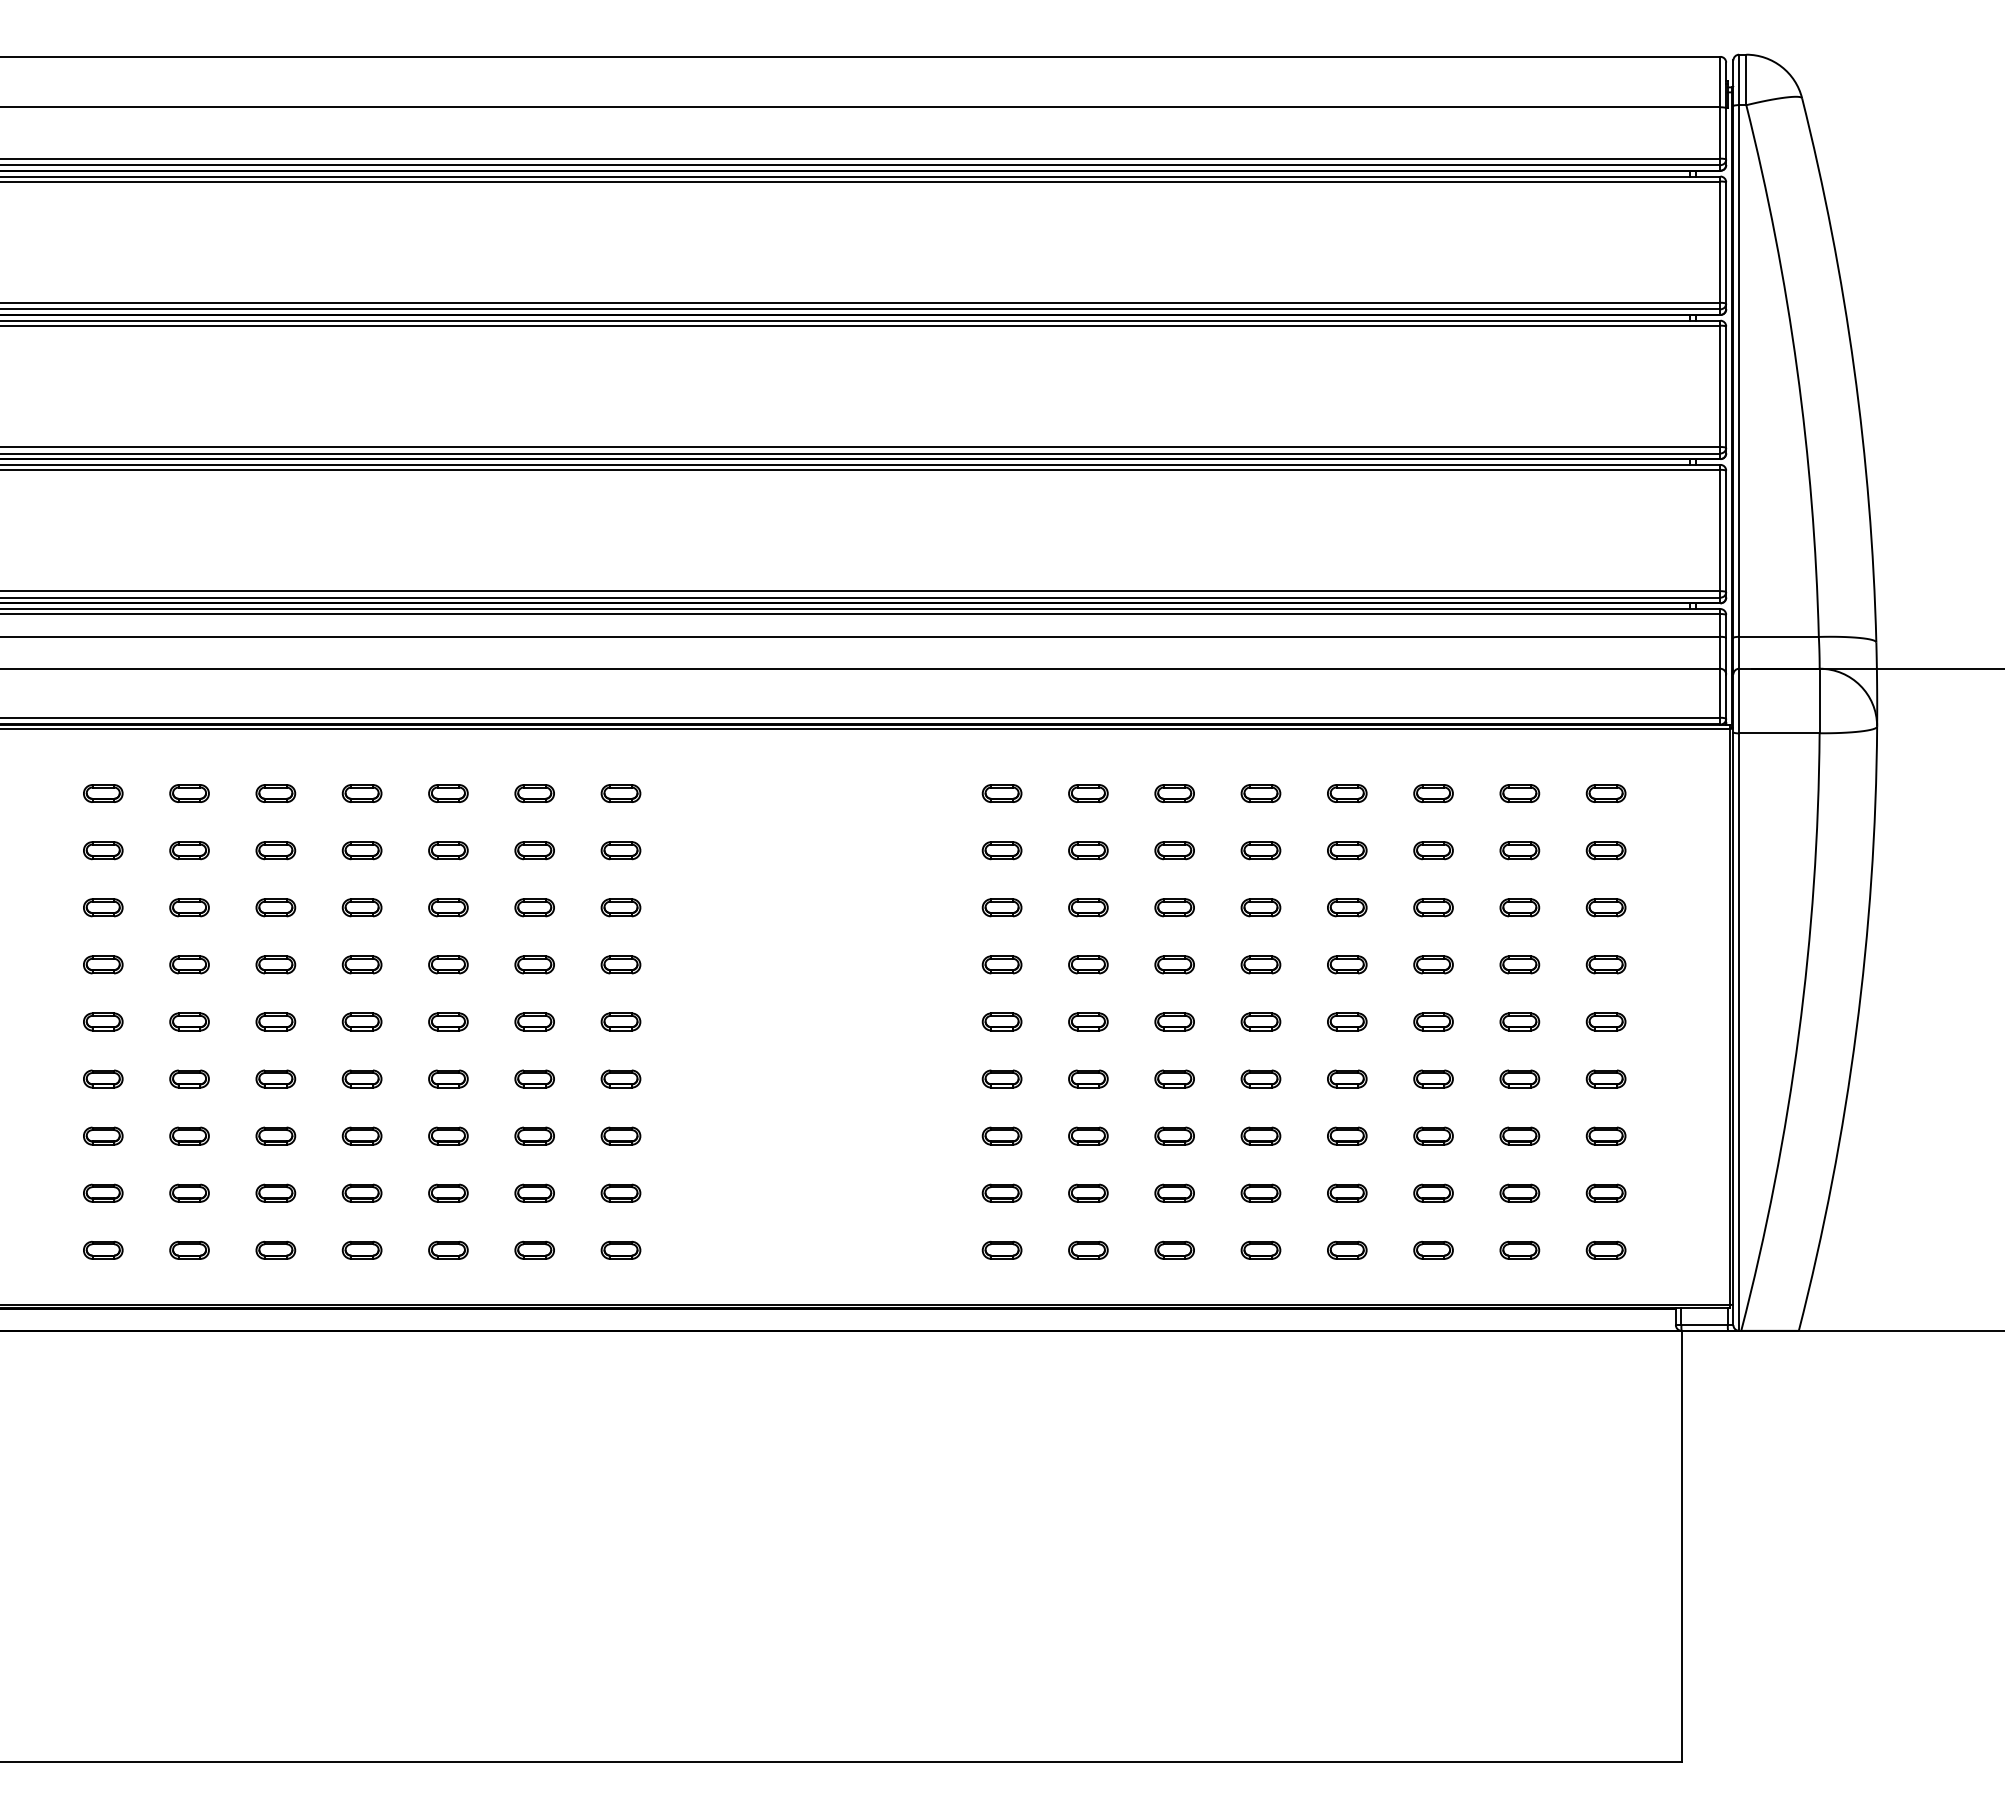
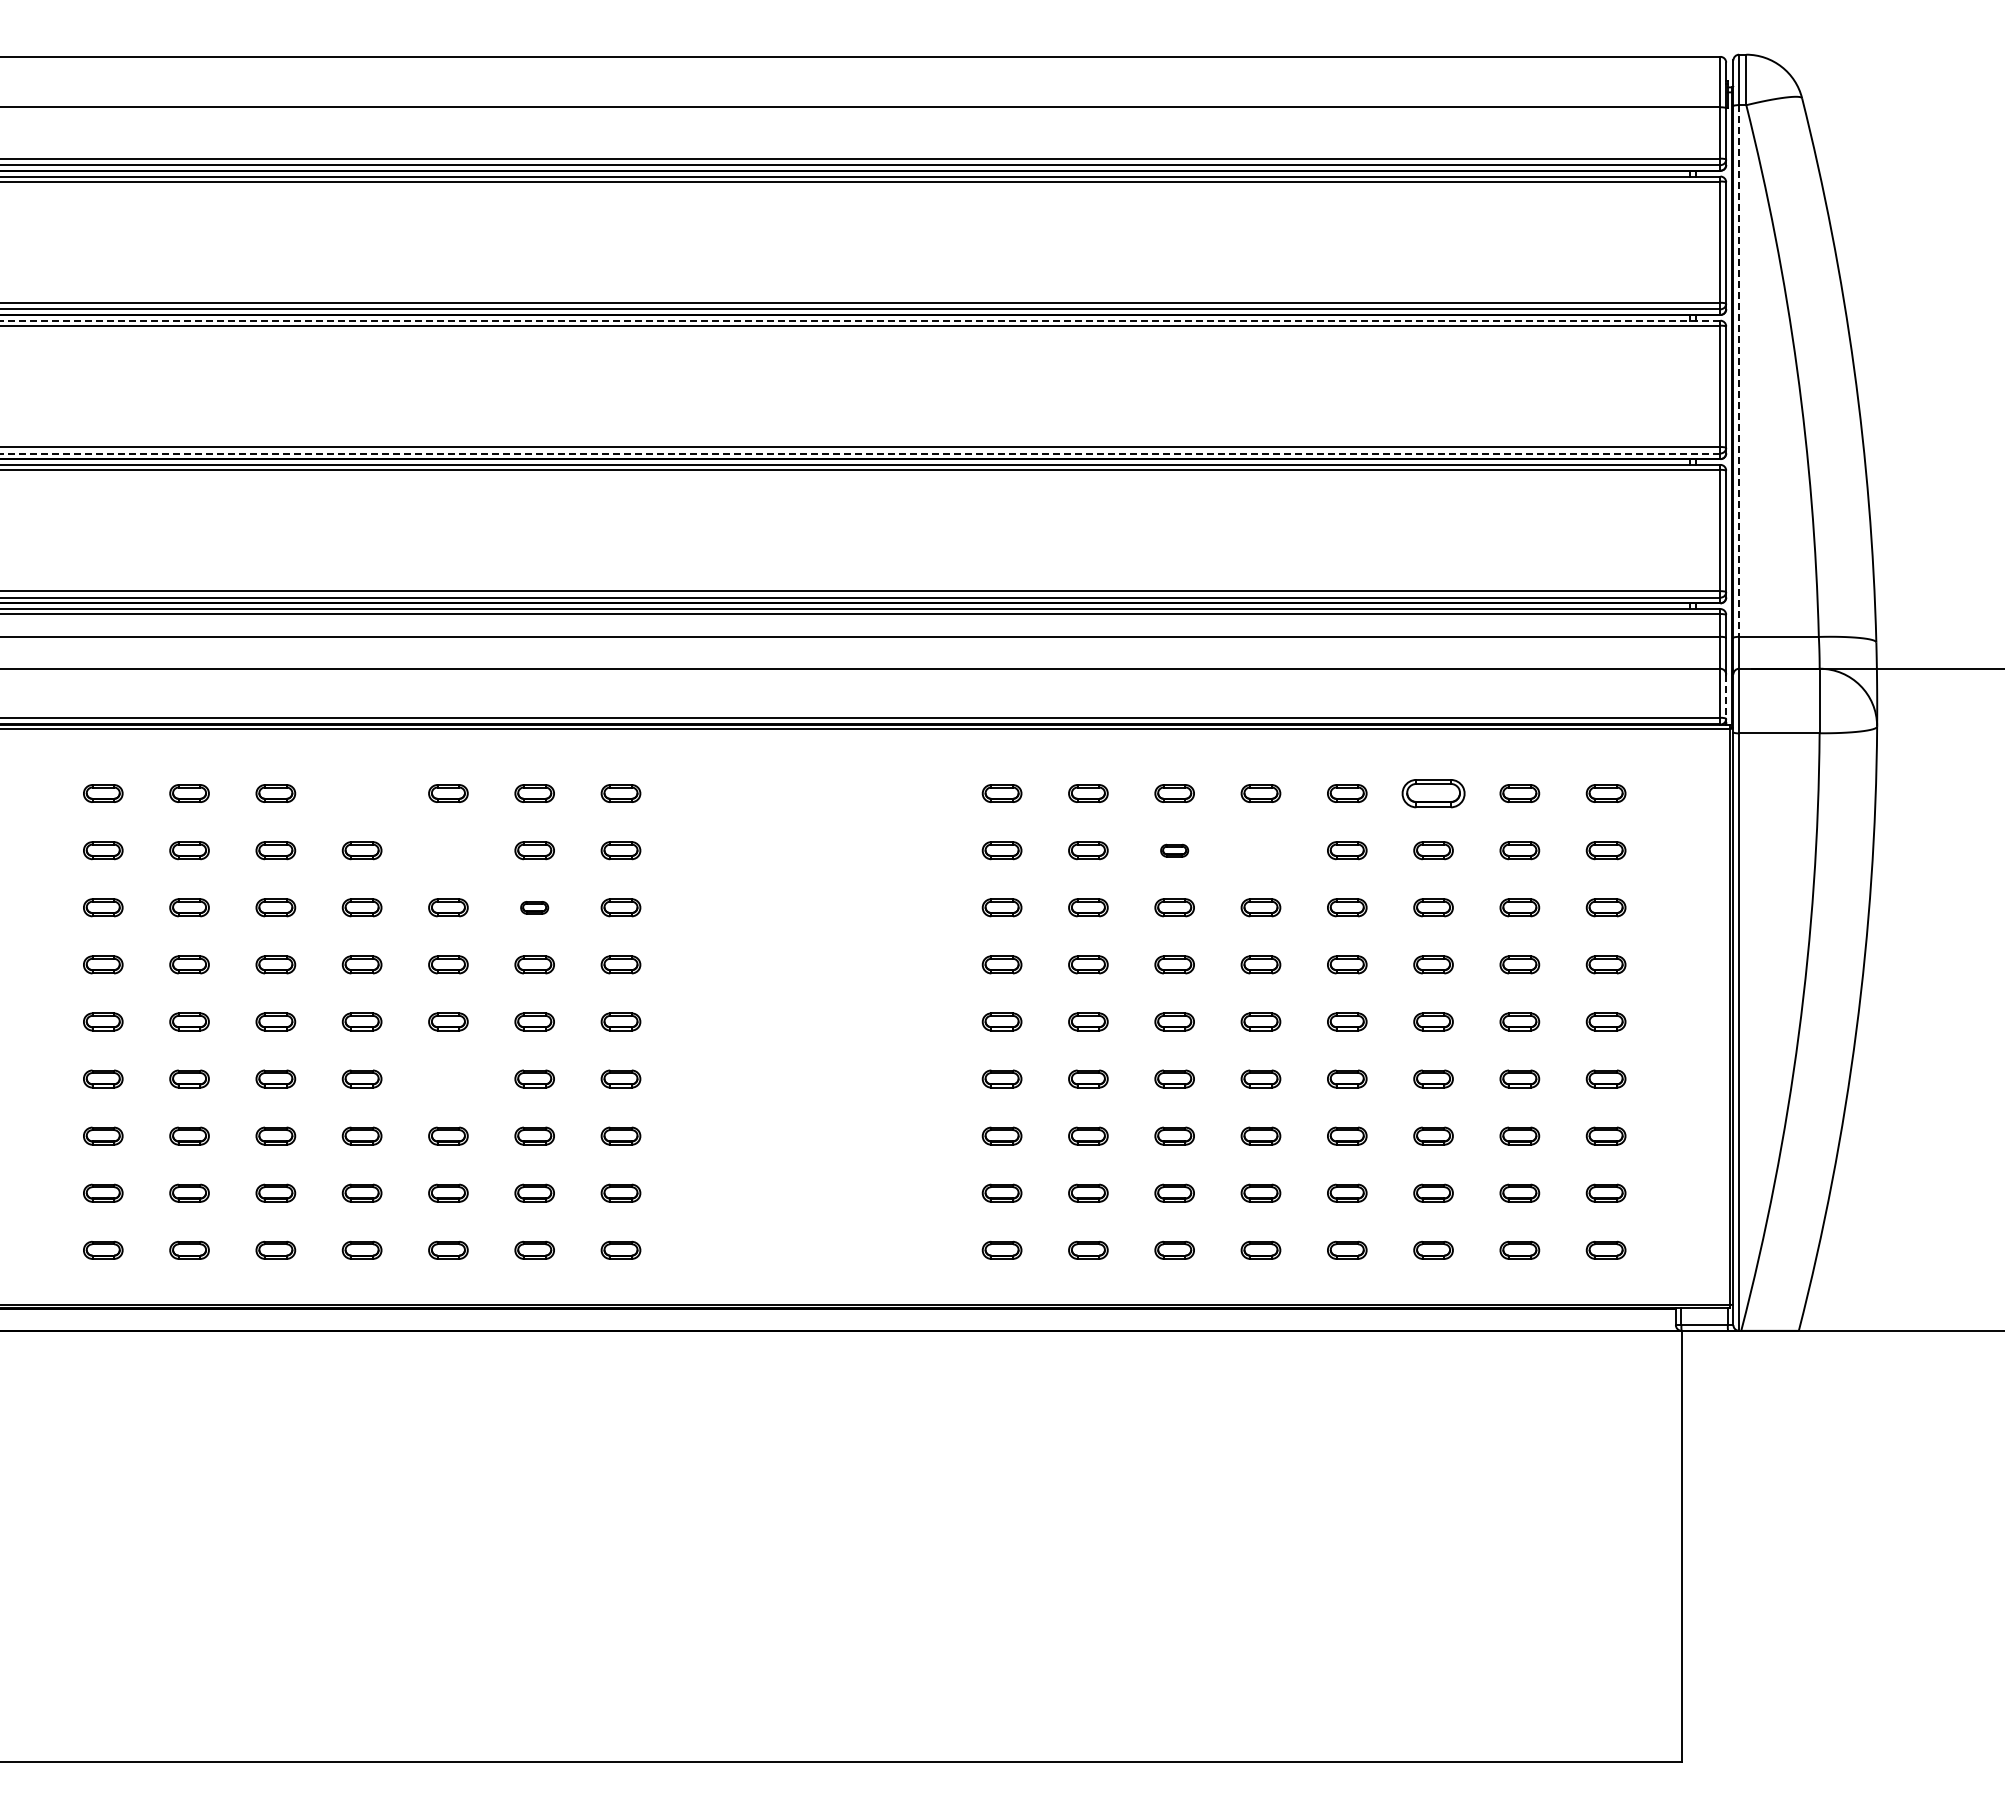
line at (860, 320): solid -> dashed
line at (1739, 371): solid -> dashed
line at (860, 453): solid -> dashed
line at (1726, 697): solid -> dashed
part at (361, 793): present -> none
part at (1433, 793) size: 41x19 px -> 65x30 px
part at (448, 850): present -> none
part at (1174, 850) size: 41x20 px -> 30x15 px
part at (1260, 850): present -> none
part at (534, 907) size: 41x20 px -> 30x14 px
part at (448, 1078): present -> none
